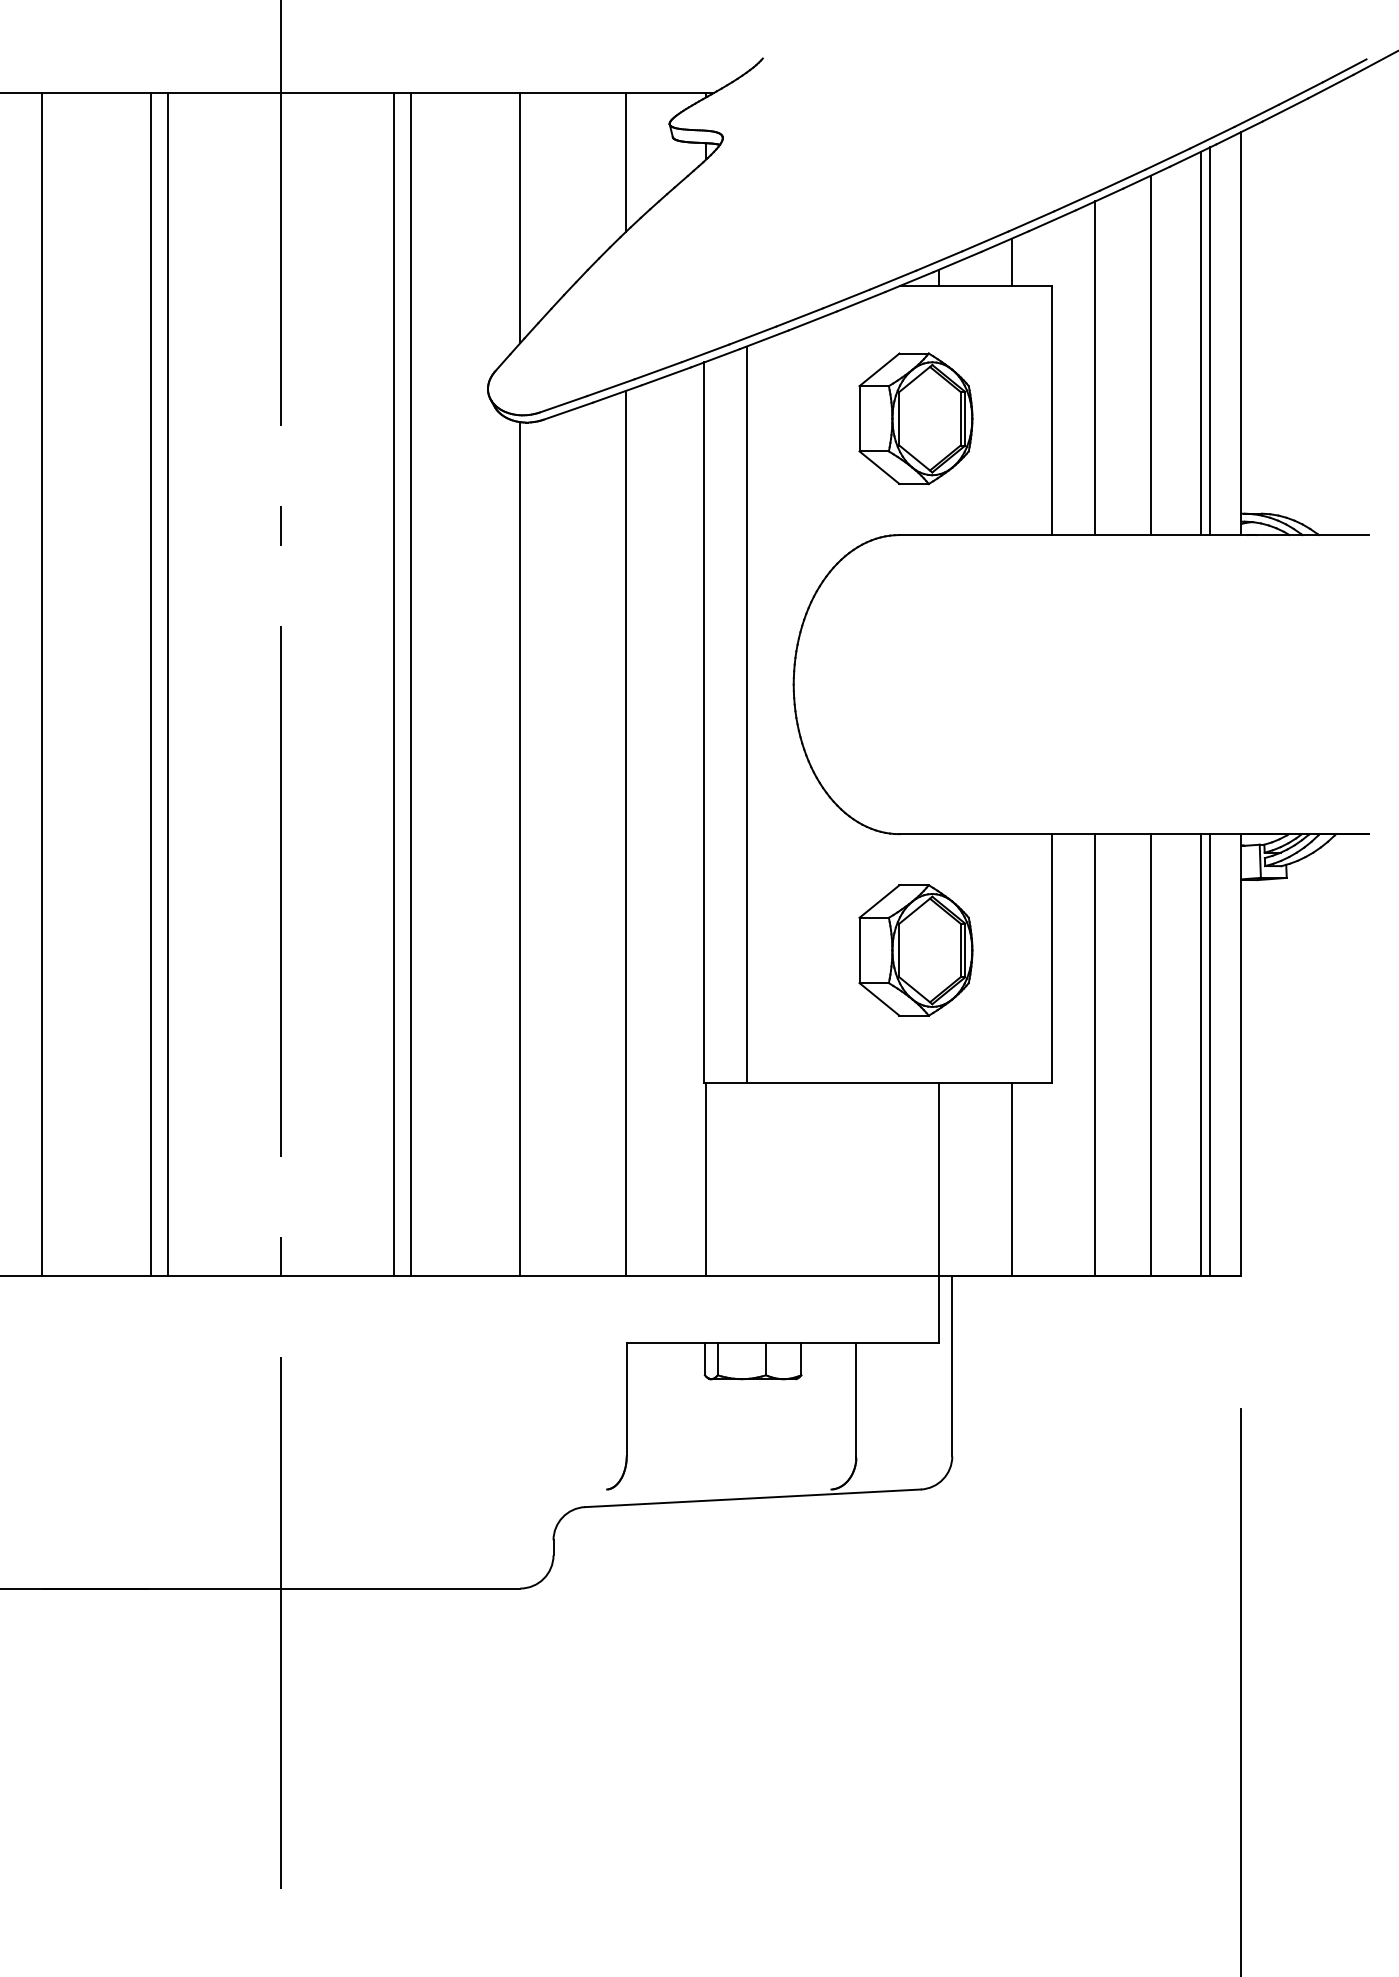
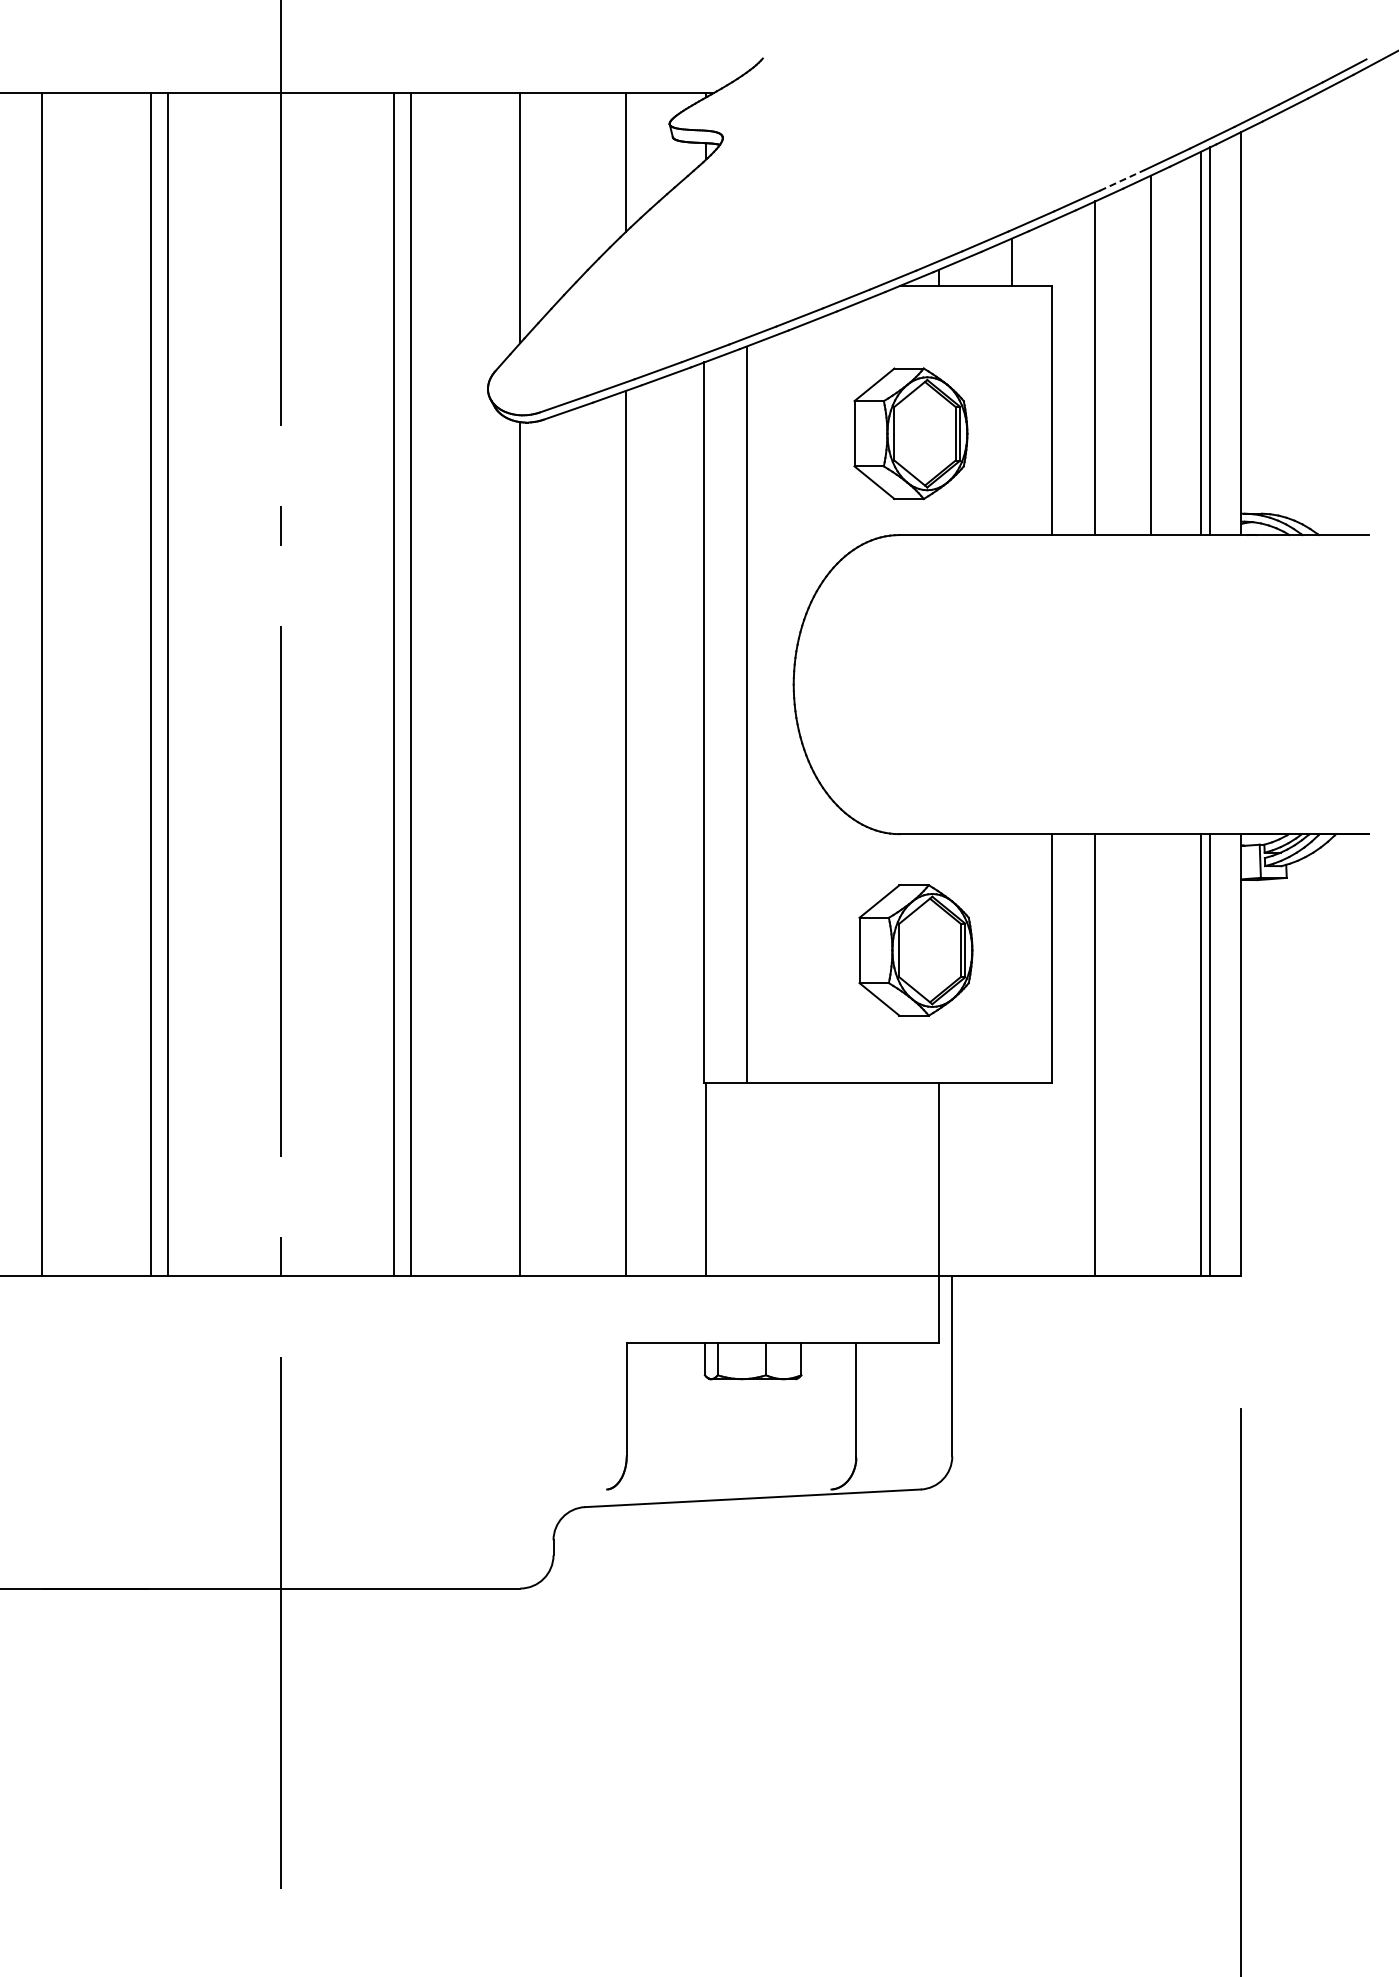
line at (1122, 180): solid -> dashed
part at (915, 418) position: (915, 418) -> (910, 433)
line at (1151, 1055): present -> none
line at (1011, 1179): present -> none
